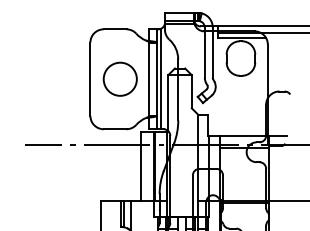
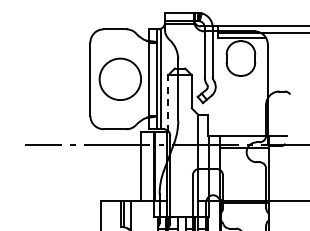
part at (119, 78) size: 36x36 px -> 44x44 px
line at (168, 102): solid -> dashed
